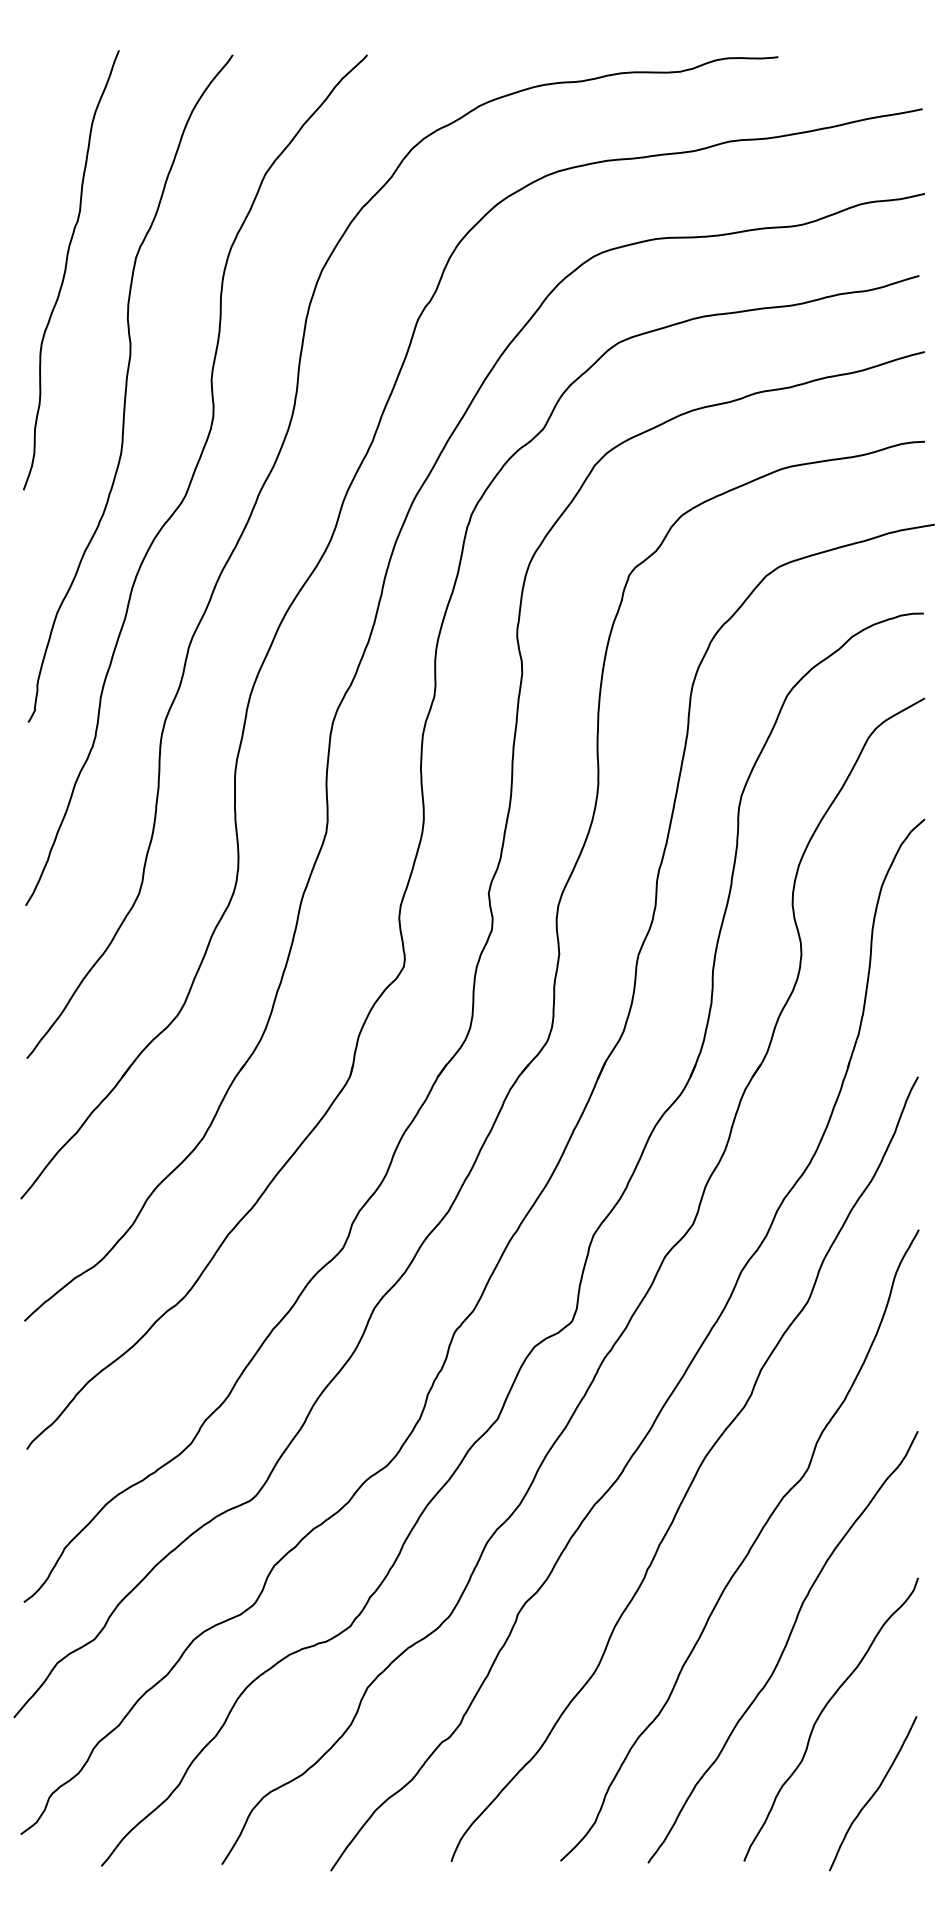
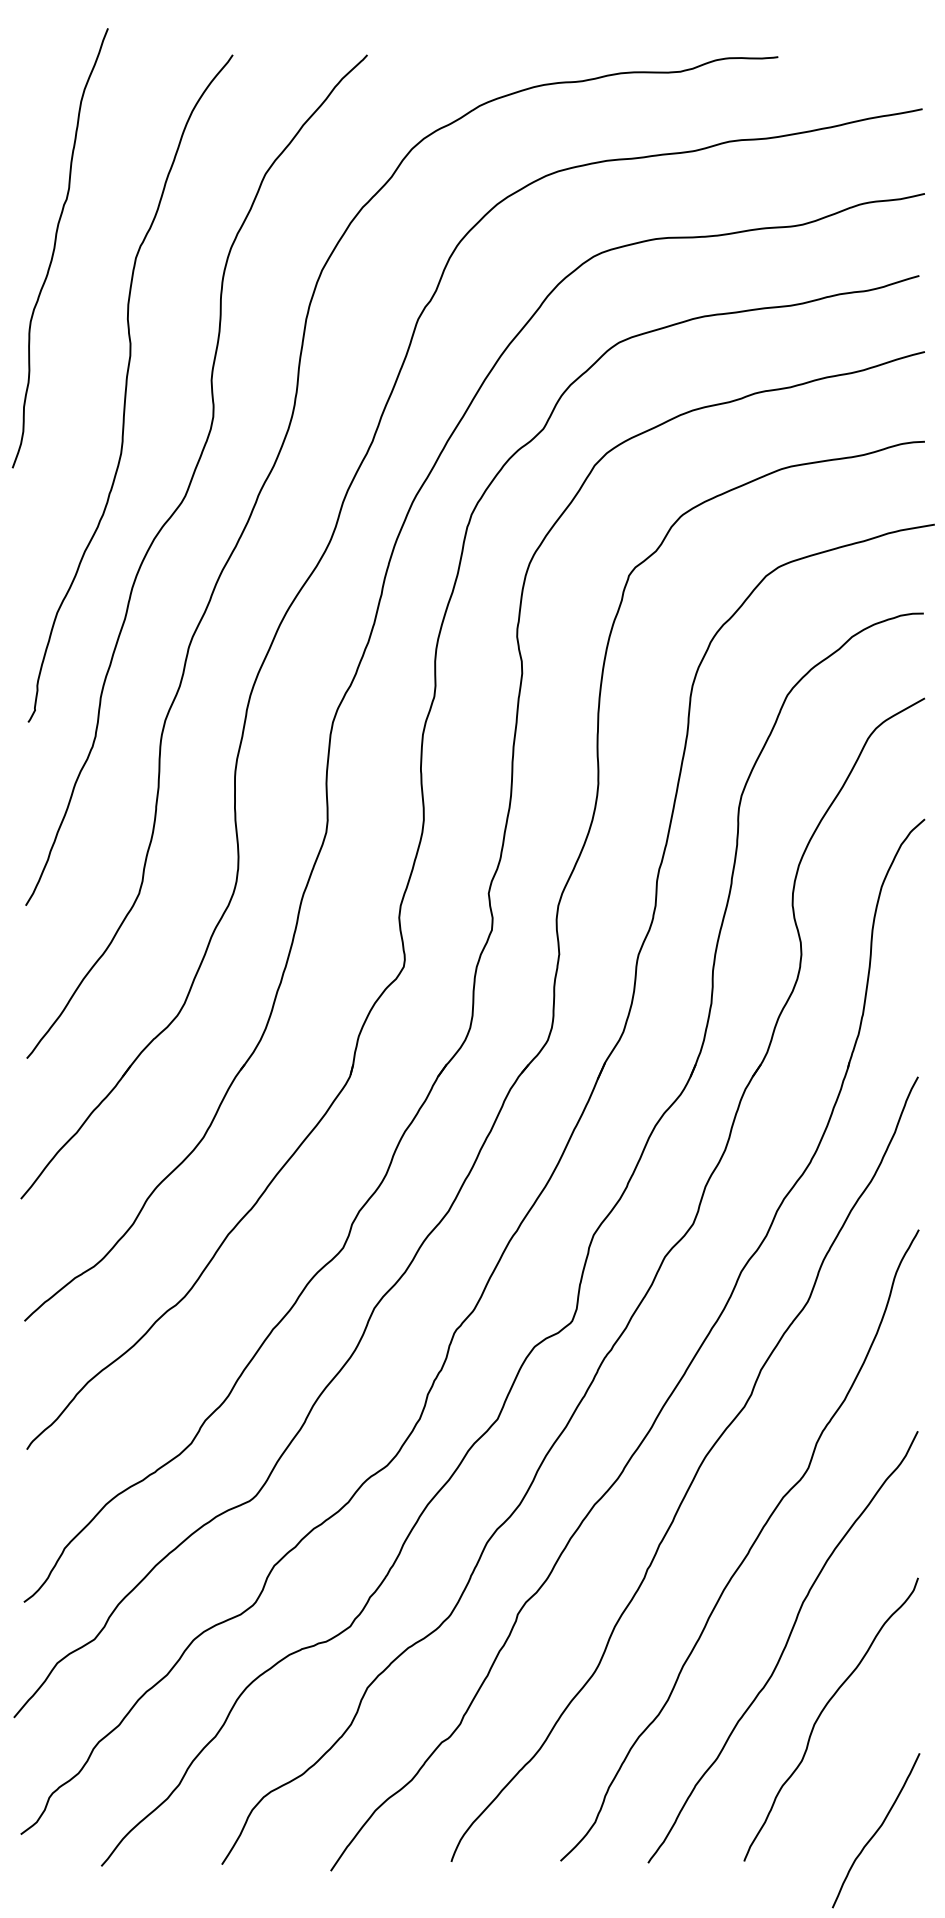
curve at (66, 270) position: (66, 270) -> (55, 248)
curve at (873, 1793) position: (873, 1793) -> (876, 1830)
